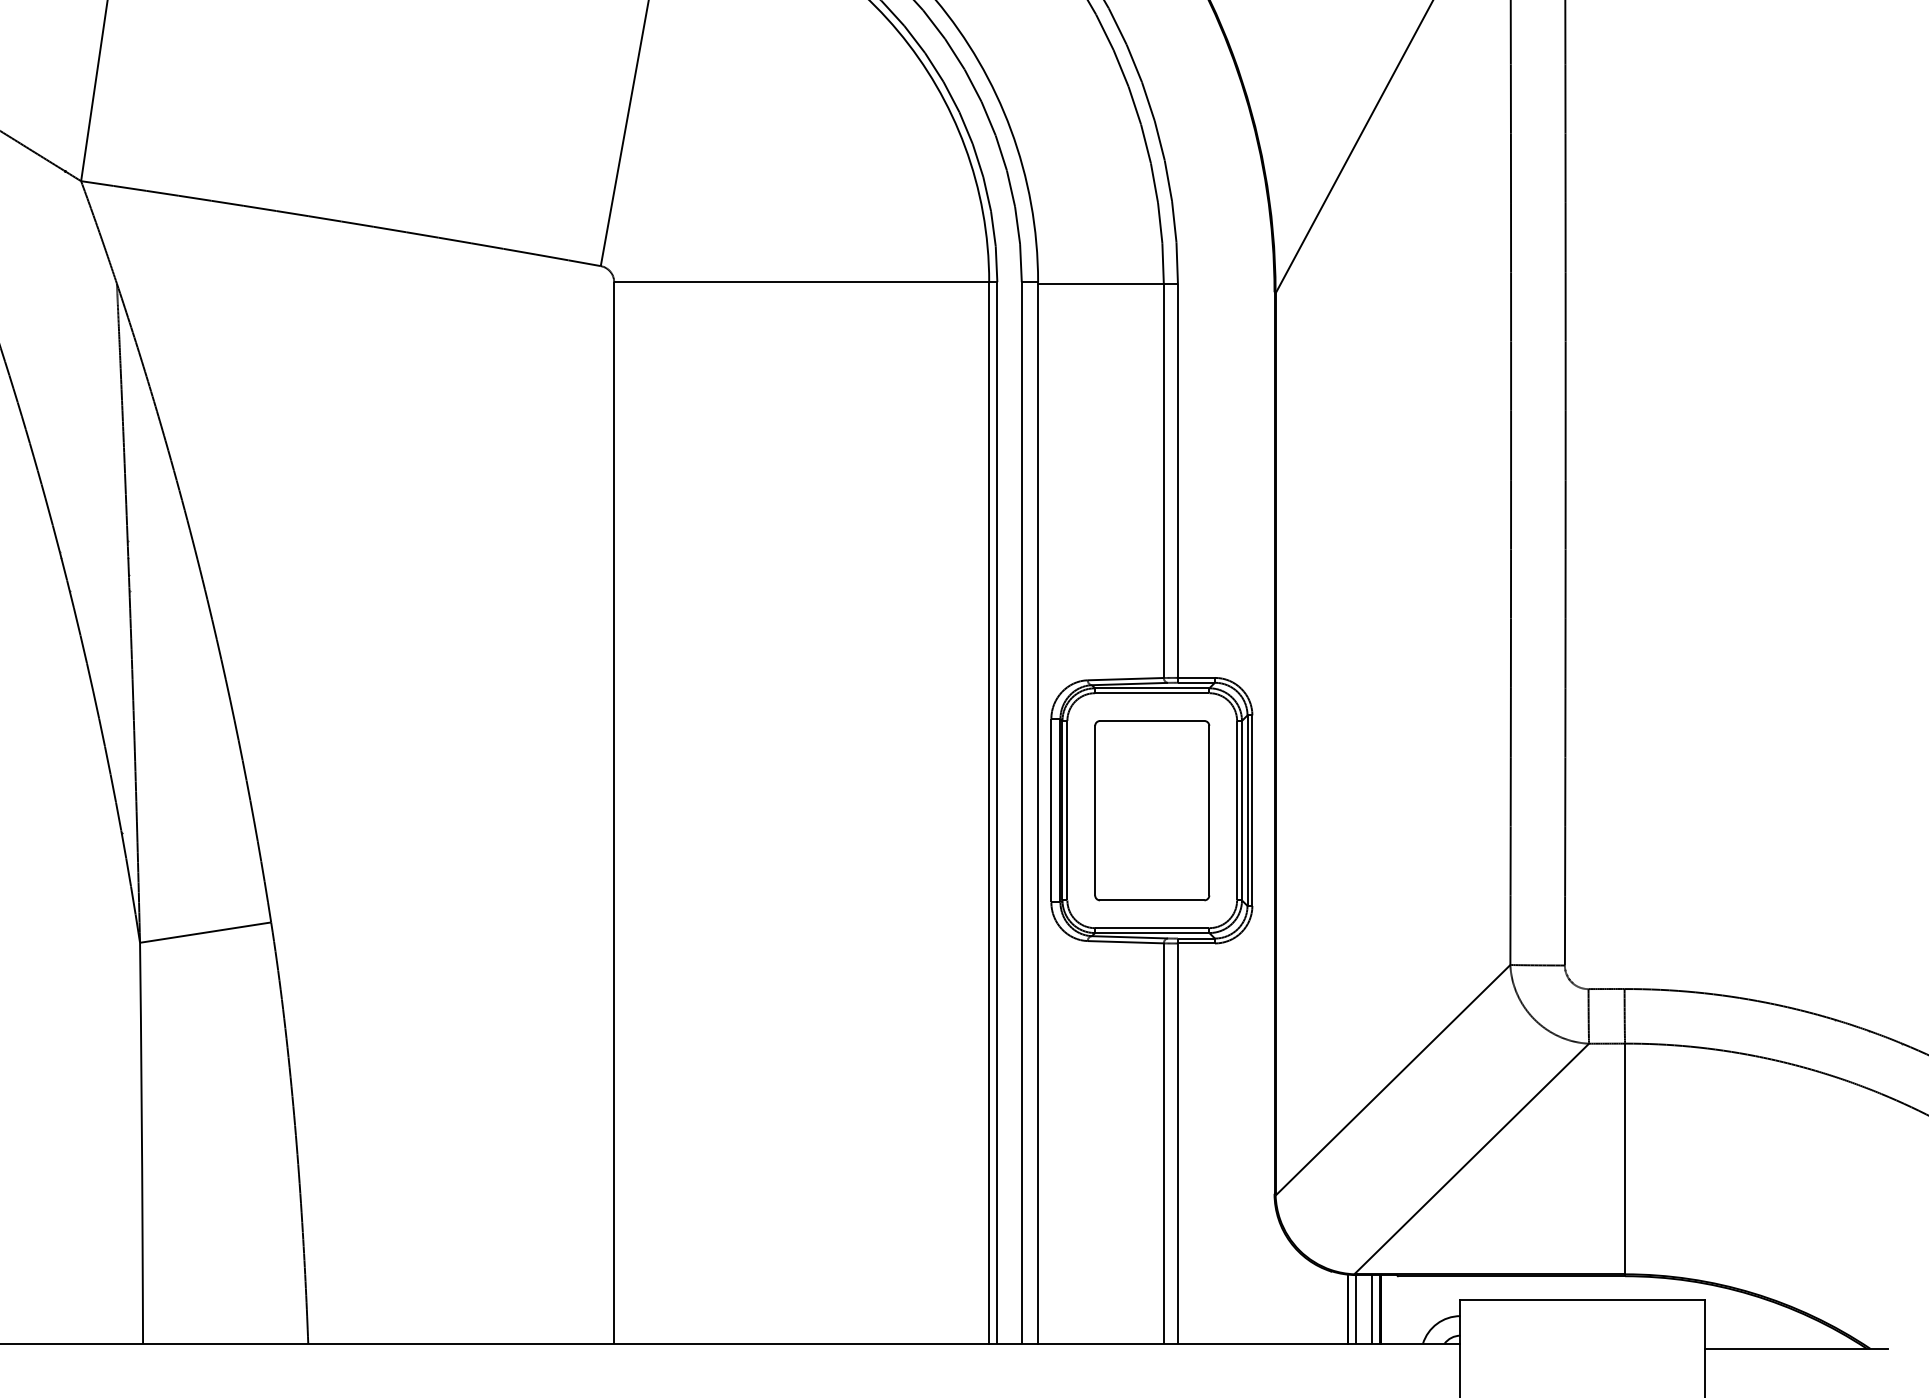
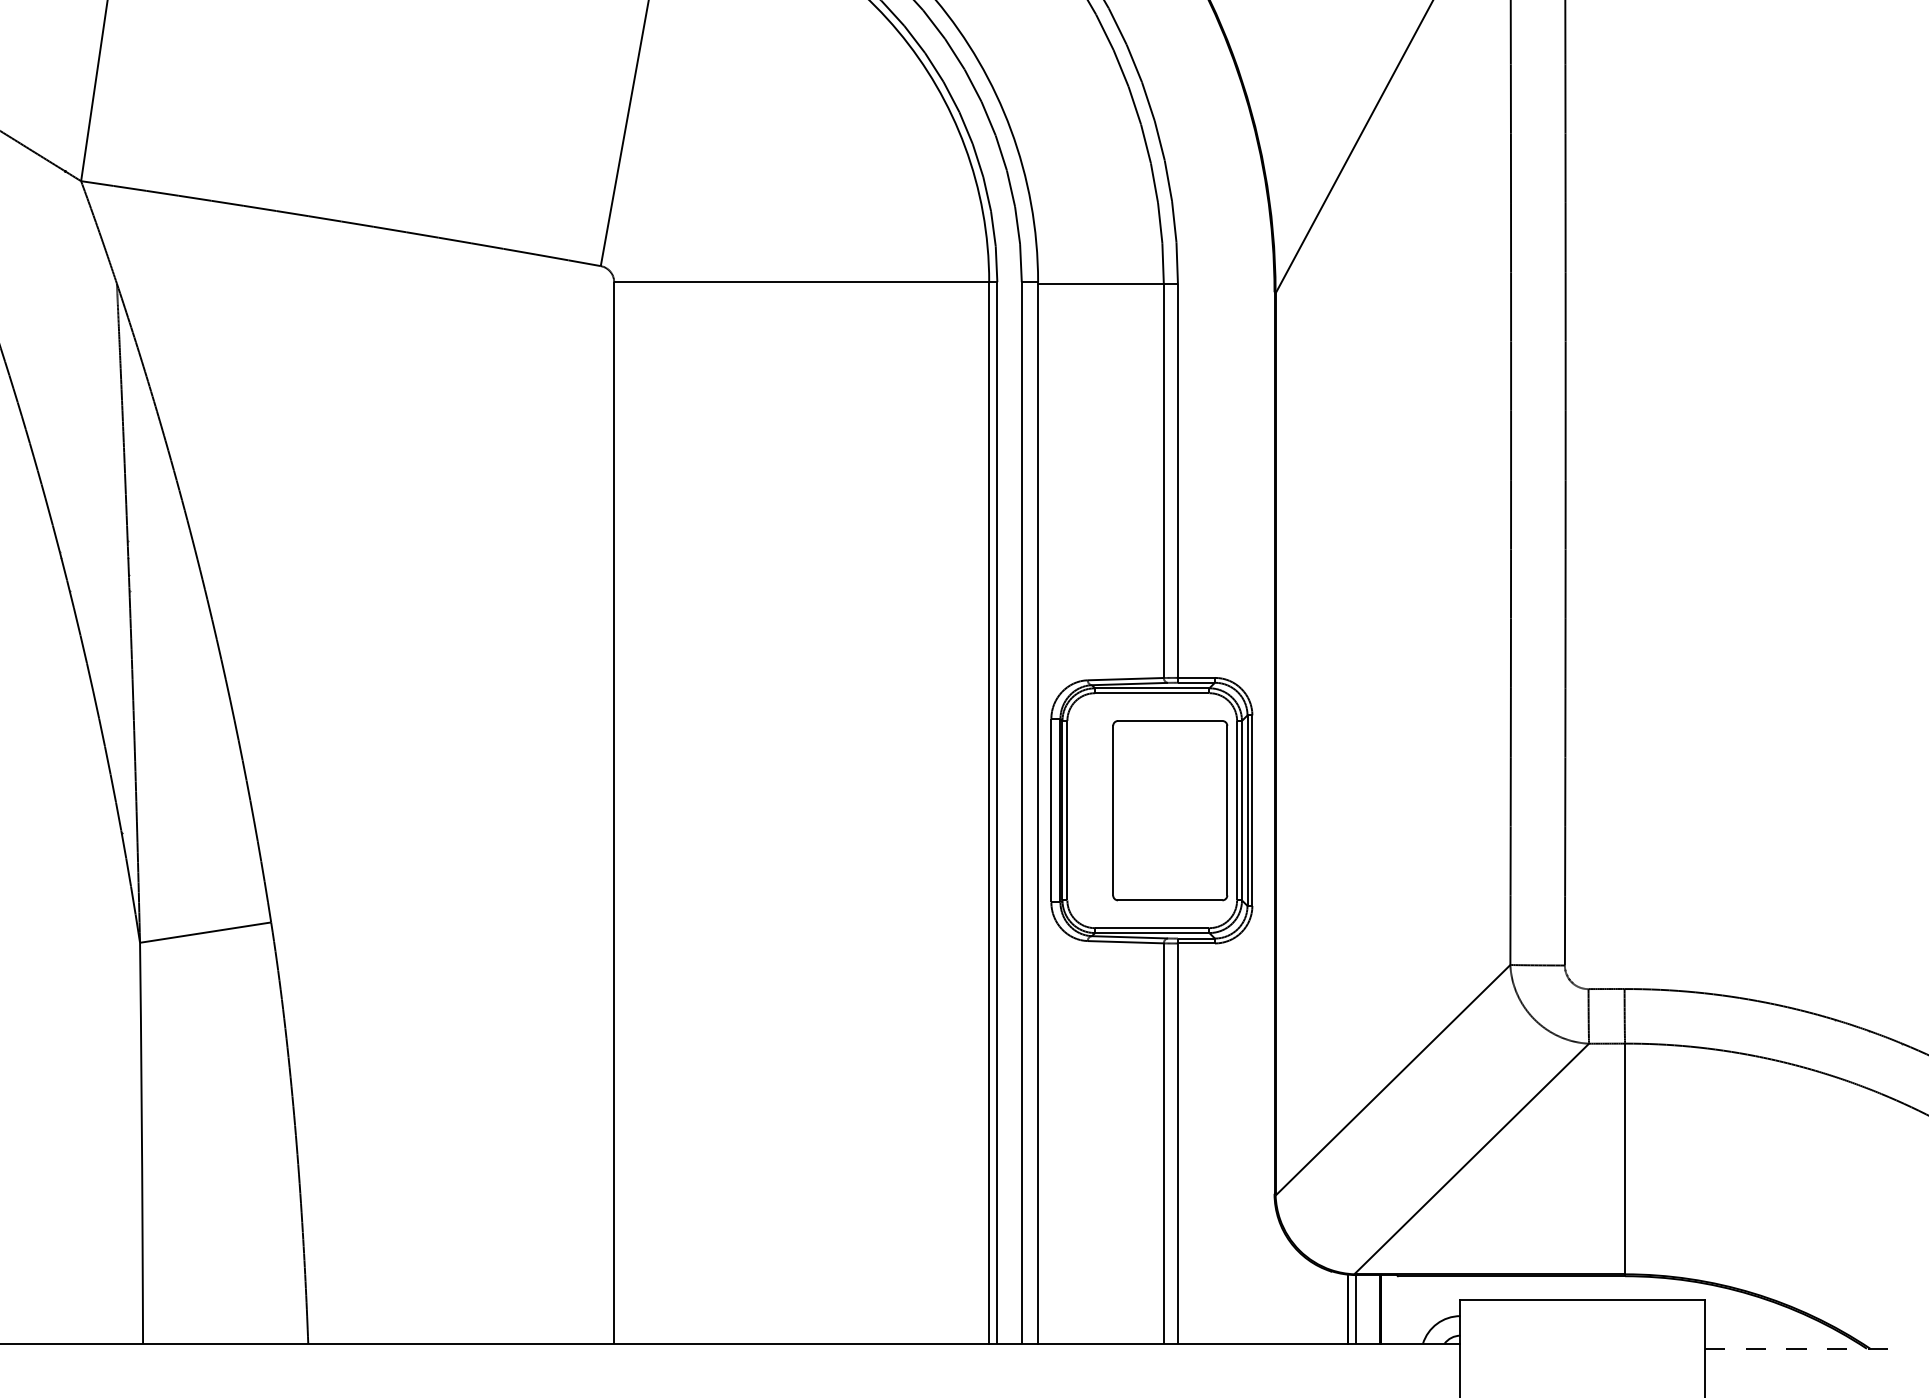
part at (1152, 810) position: (1152, 810) -> (1170, 810)
line at (1372, 1309): present -> none
line at (1796, 1348): solid -> dashed
